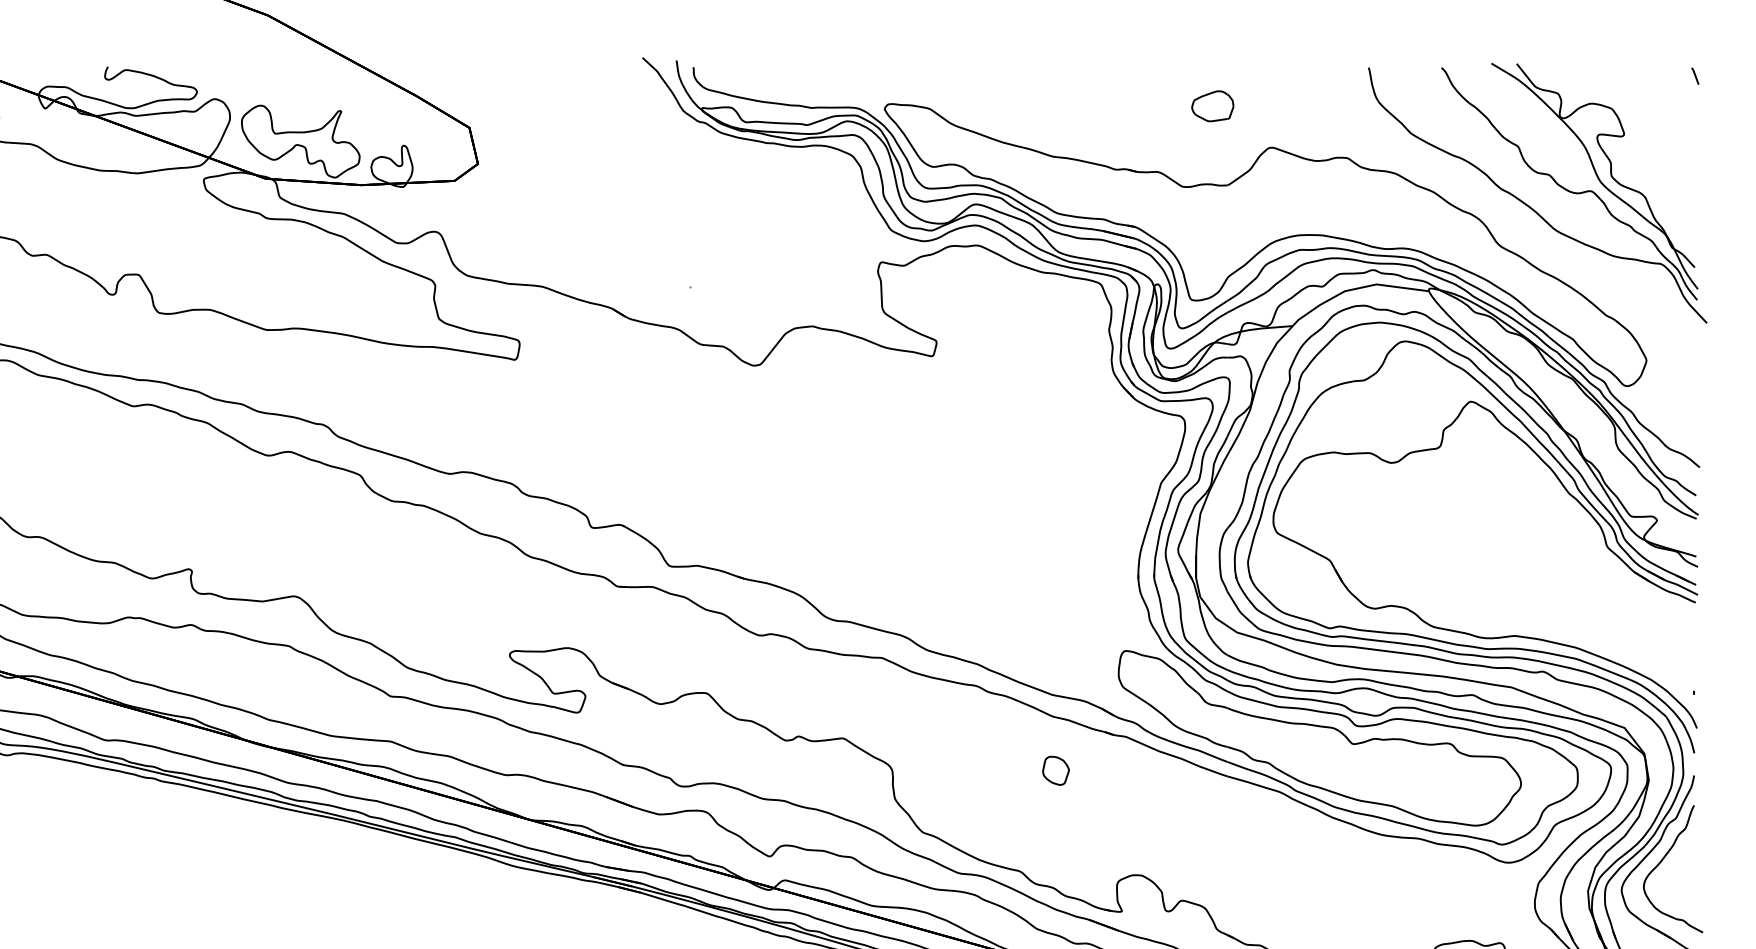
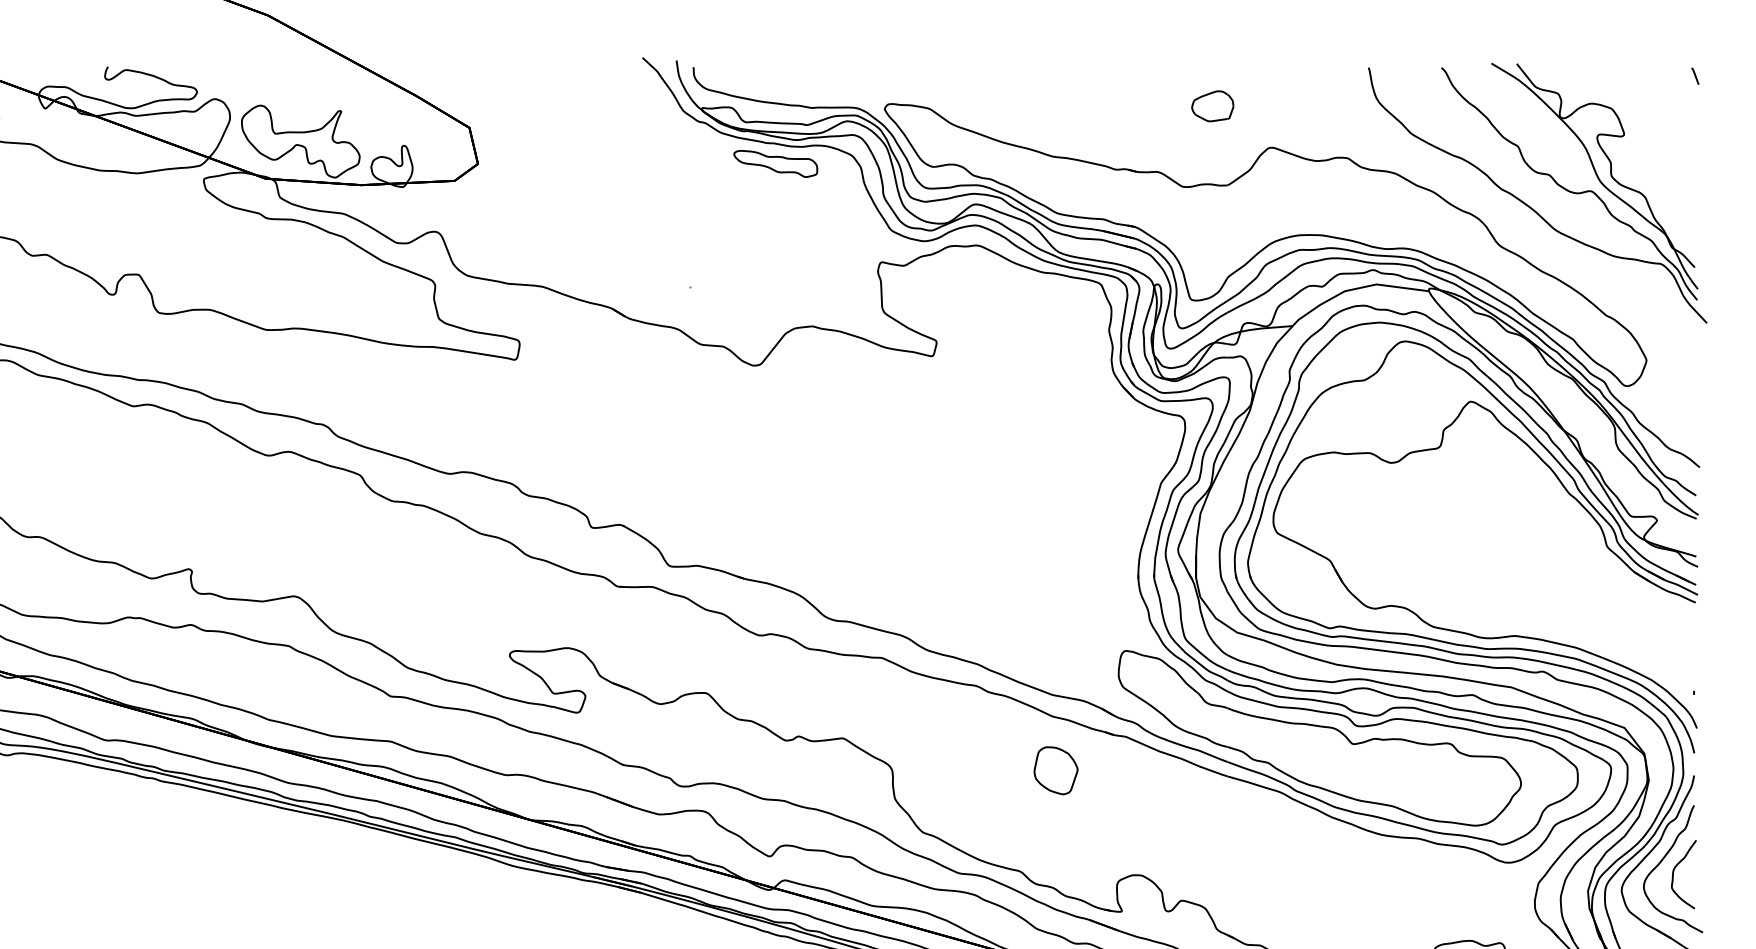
part at (775, 163): none -> present
part at (1055, 770) size: 28x31 px -> 46x50 px
curve at (1674, 872): none -> present
